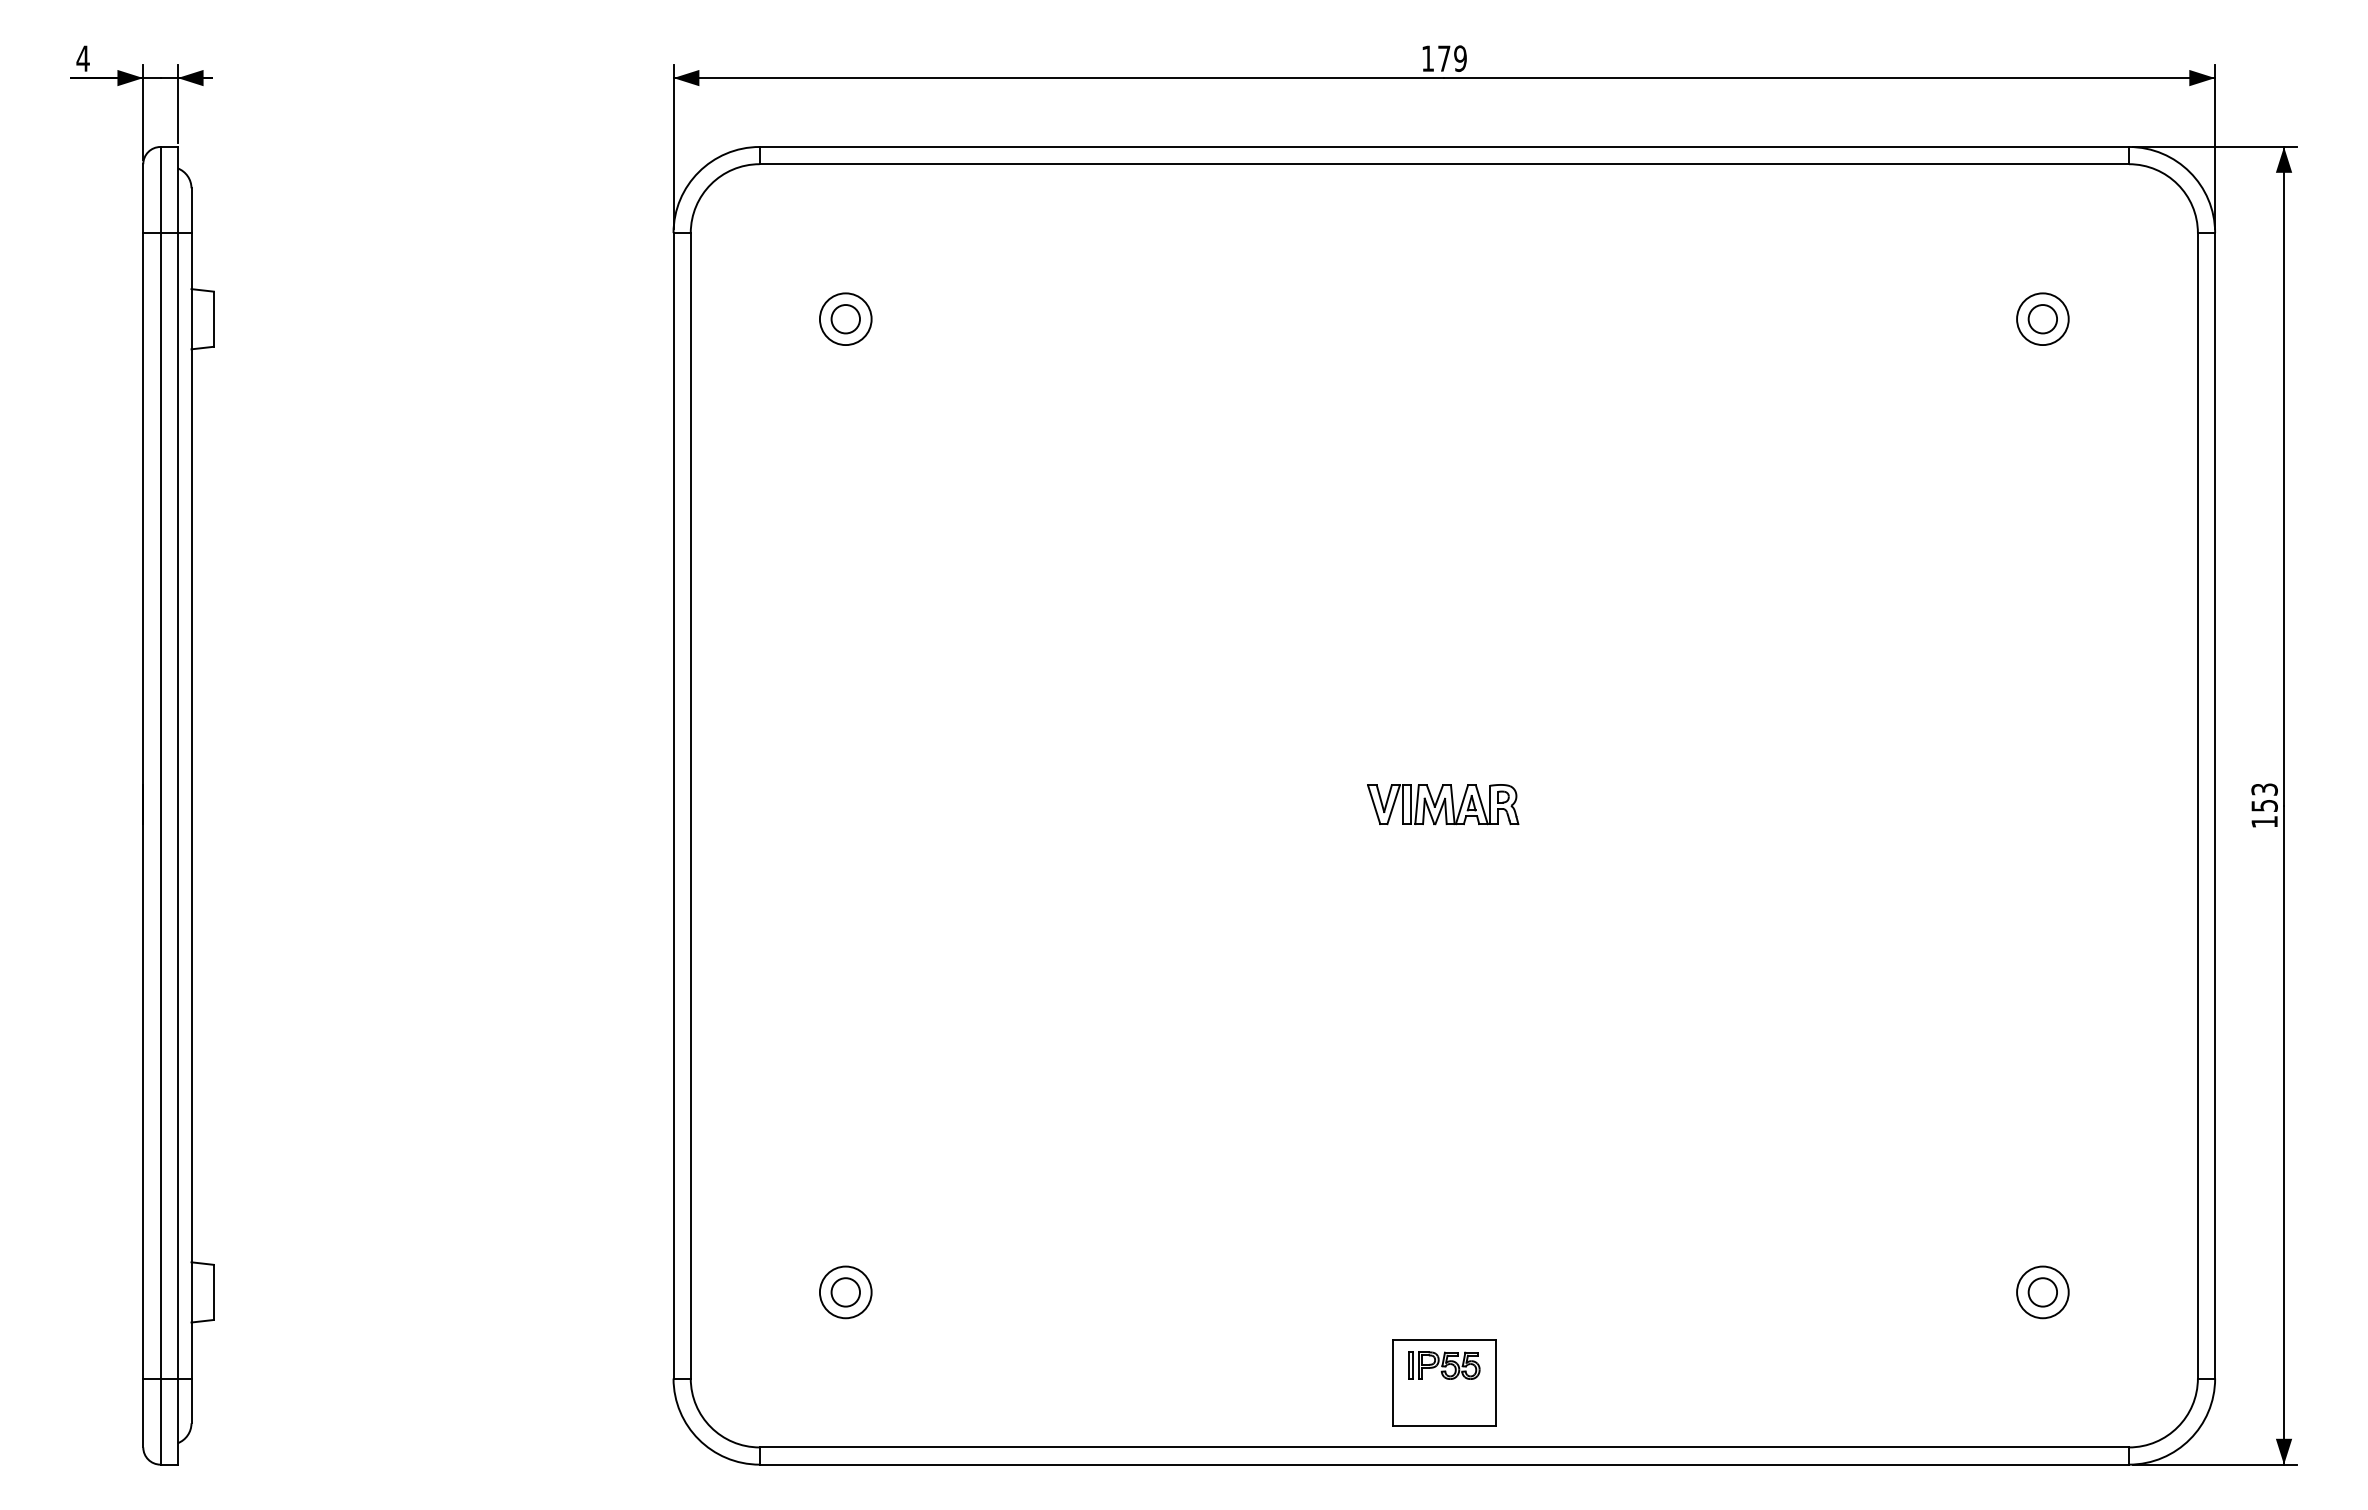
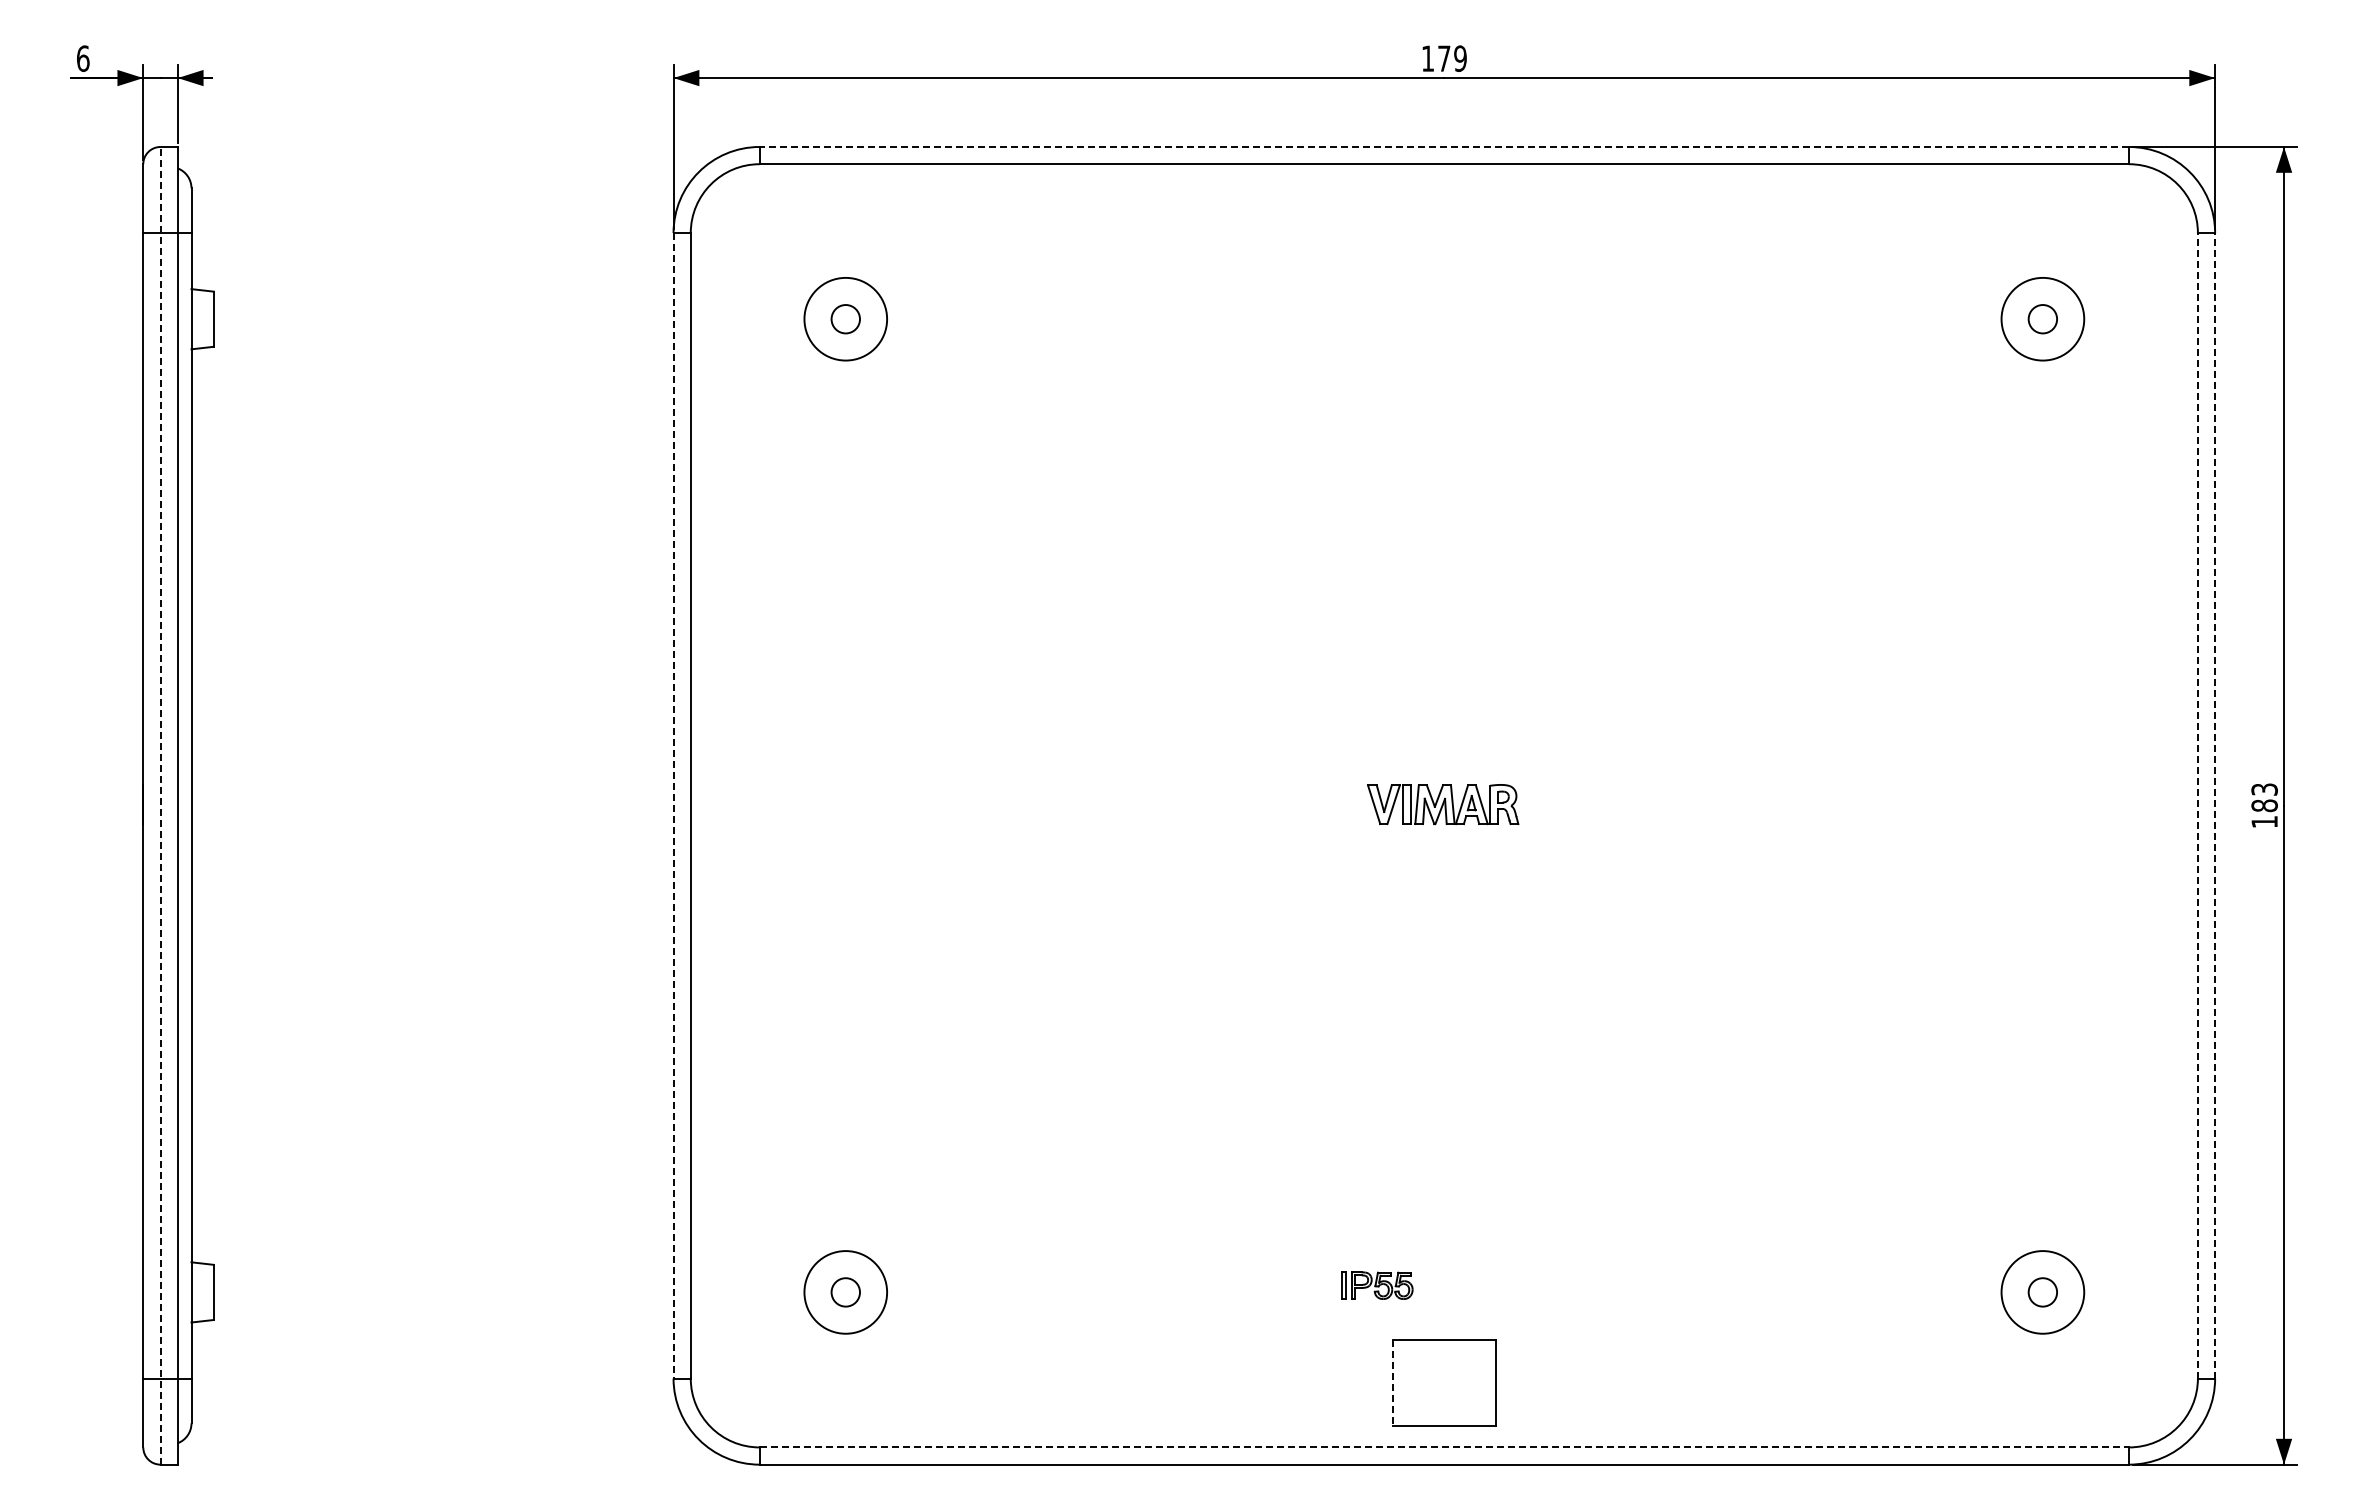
text at (82, 58): 4 -> 6
line at (1444, 146): solid -> dashed
circle at (845, 319) diameter: 52 px -> 83 px
circle at (2042, 319) diameter: 52 px -> 83 px
line at (160, 805): solid -> dashed
line at (673, 805): solid -> dashed
line at (2197, 805): solid -> dashed
line at (2215, 805): solid -> dashed
text at (2264, 805): 153 -> 183
circle at (845, 1292) diameter: 52 px -> 83 px
circle at (2042, 1292) diameter: 52 px -> 83 px
part at (1444, 1365) position: (1444, 1365) -> (1377, 1285)
line at (1392, 1383): solid -> dashed
line at (1444, 1447): solid -> dashed
